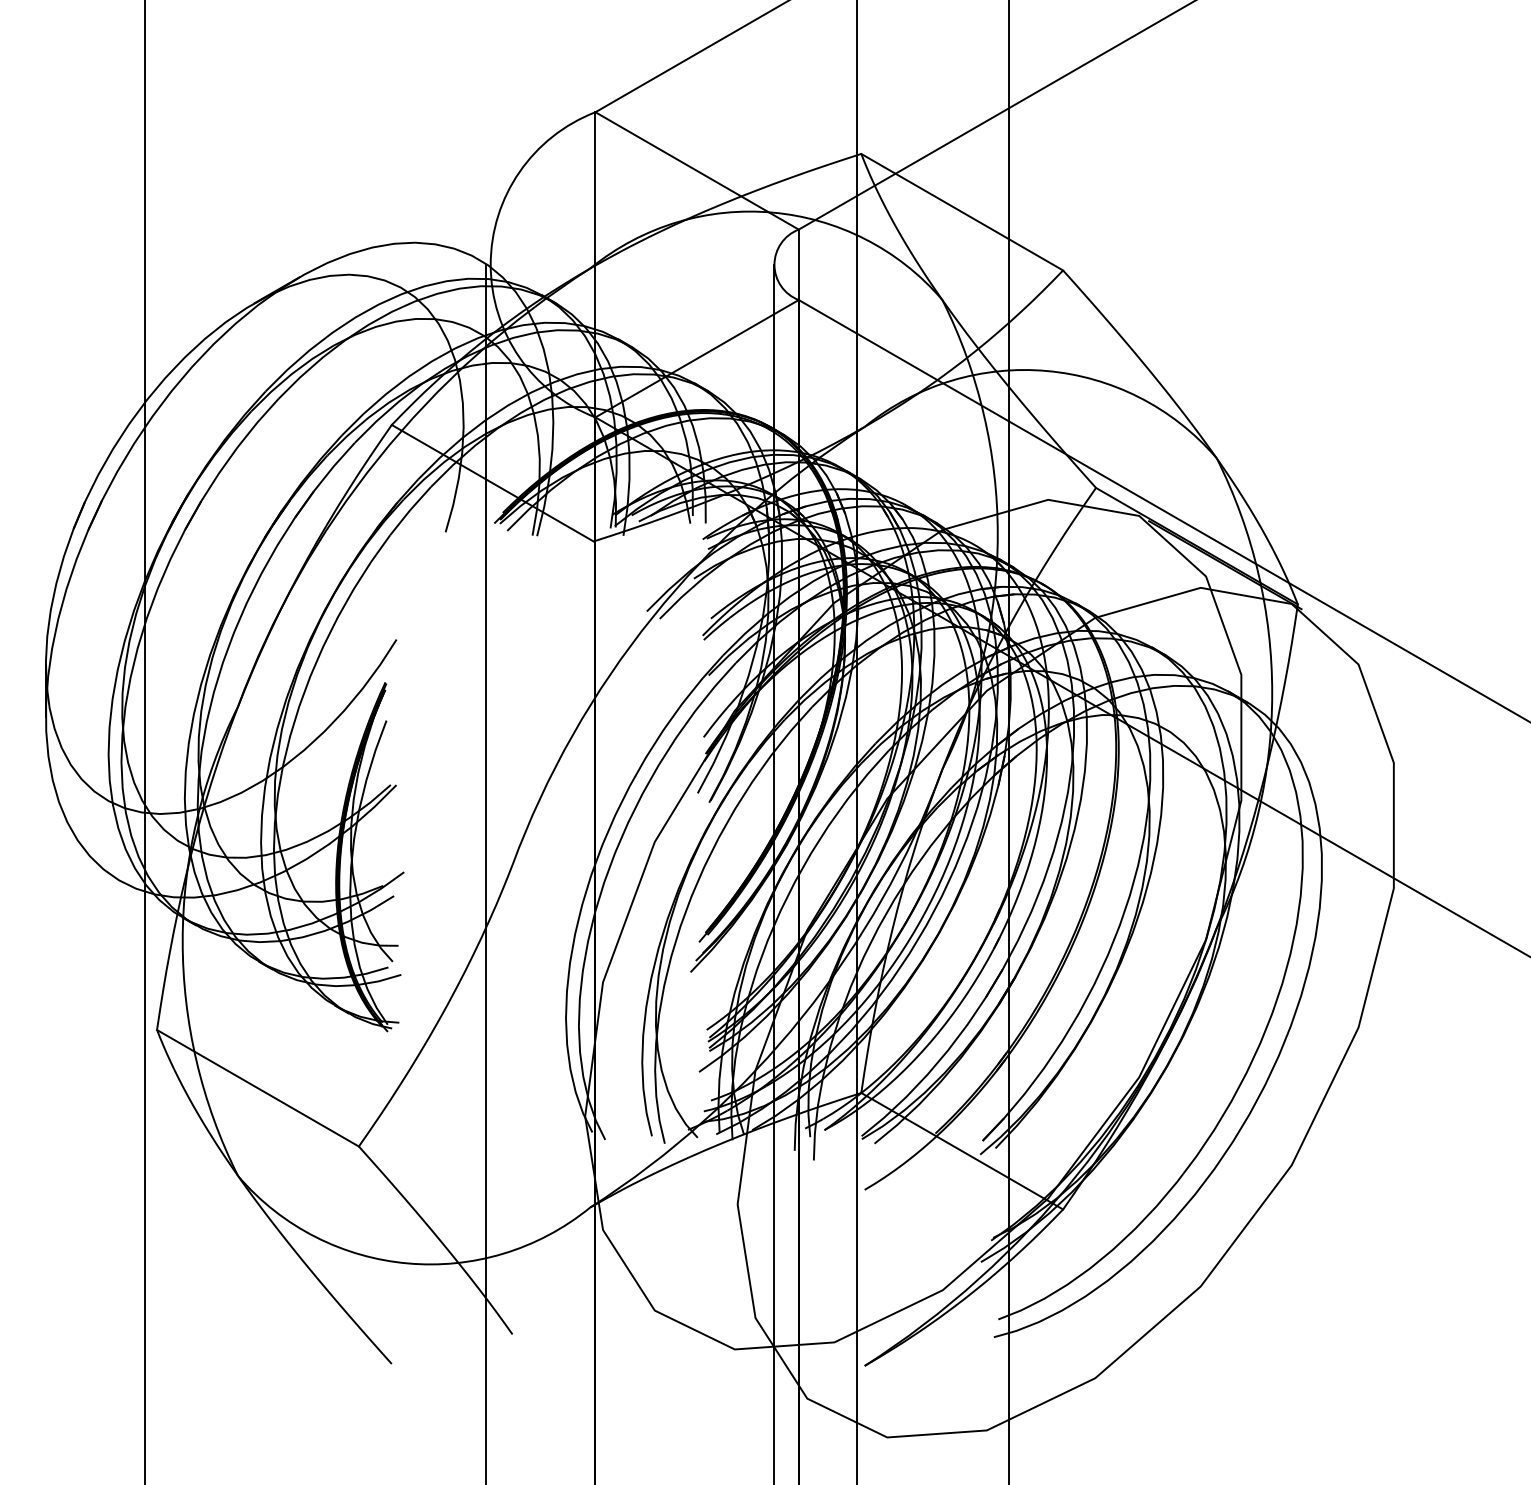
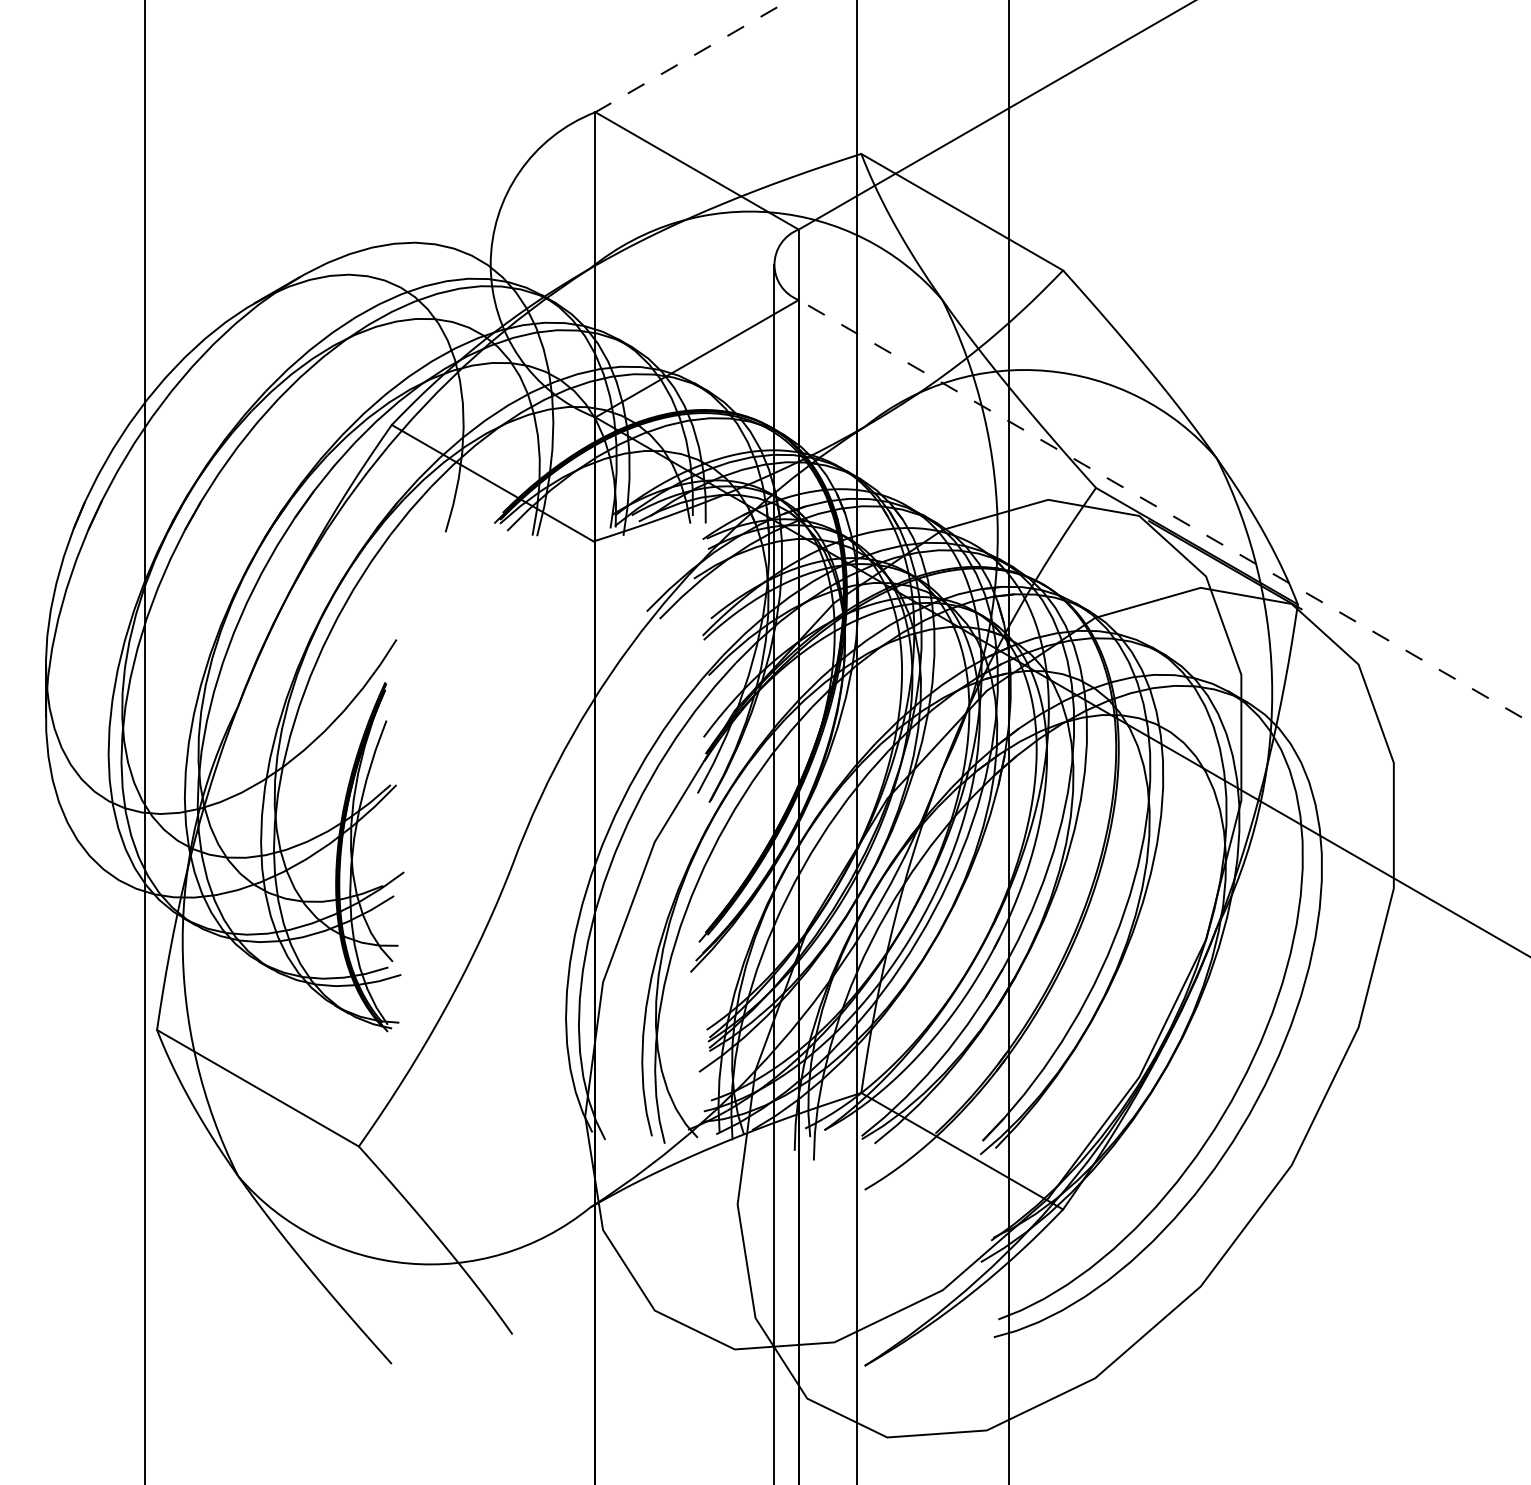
line at (692, 56): solid -> dashed
line at (1164, 511): solid -> dashed
line at (486, 872): present -> none
